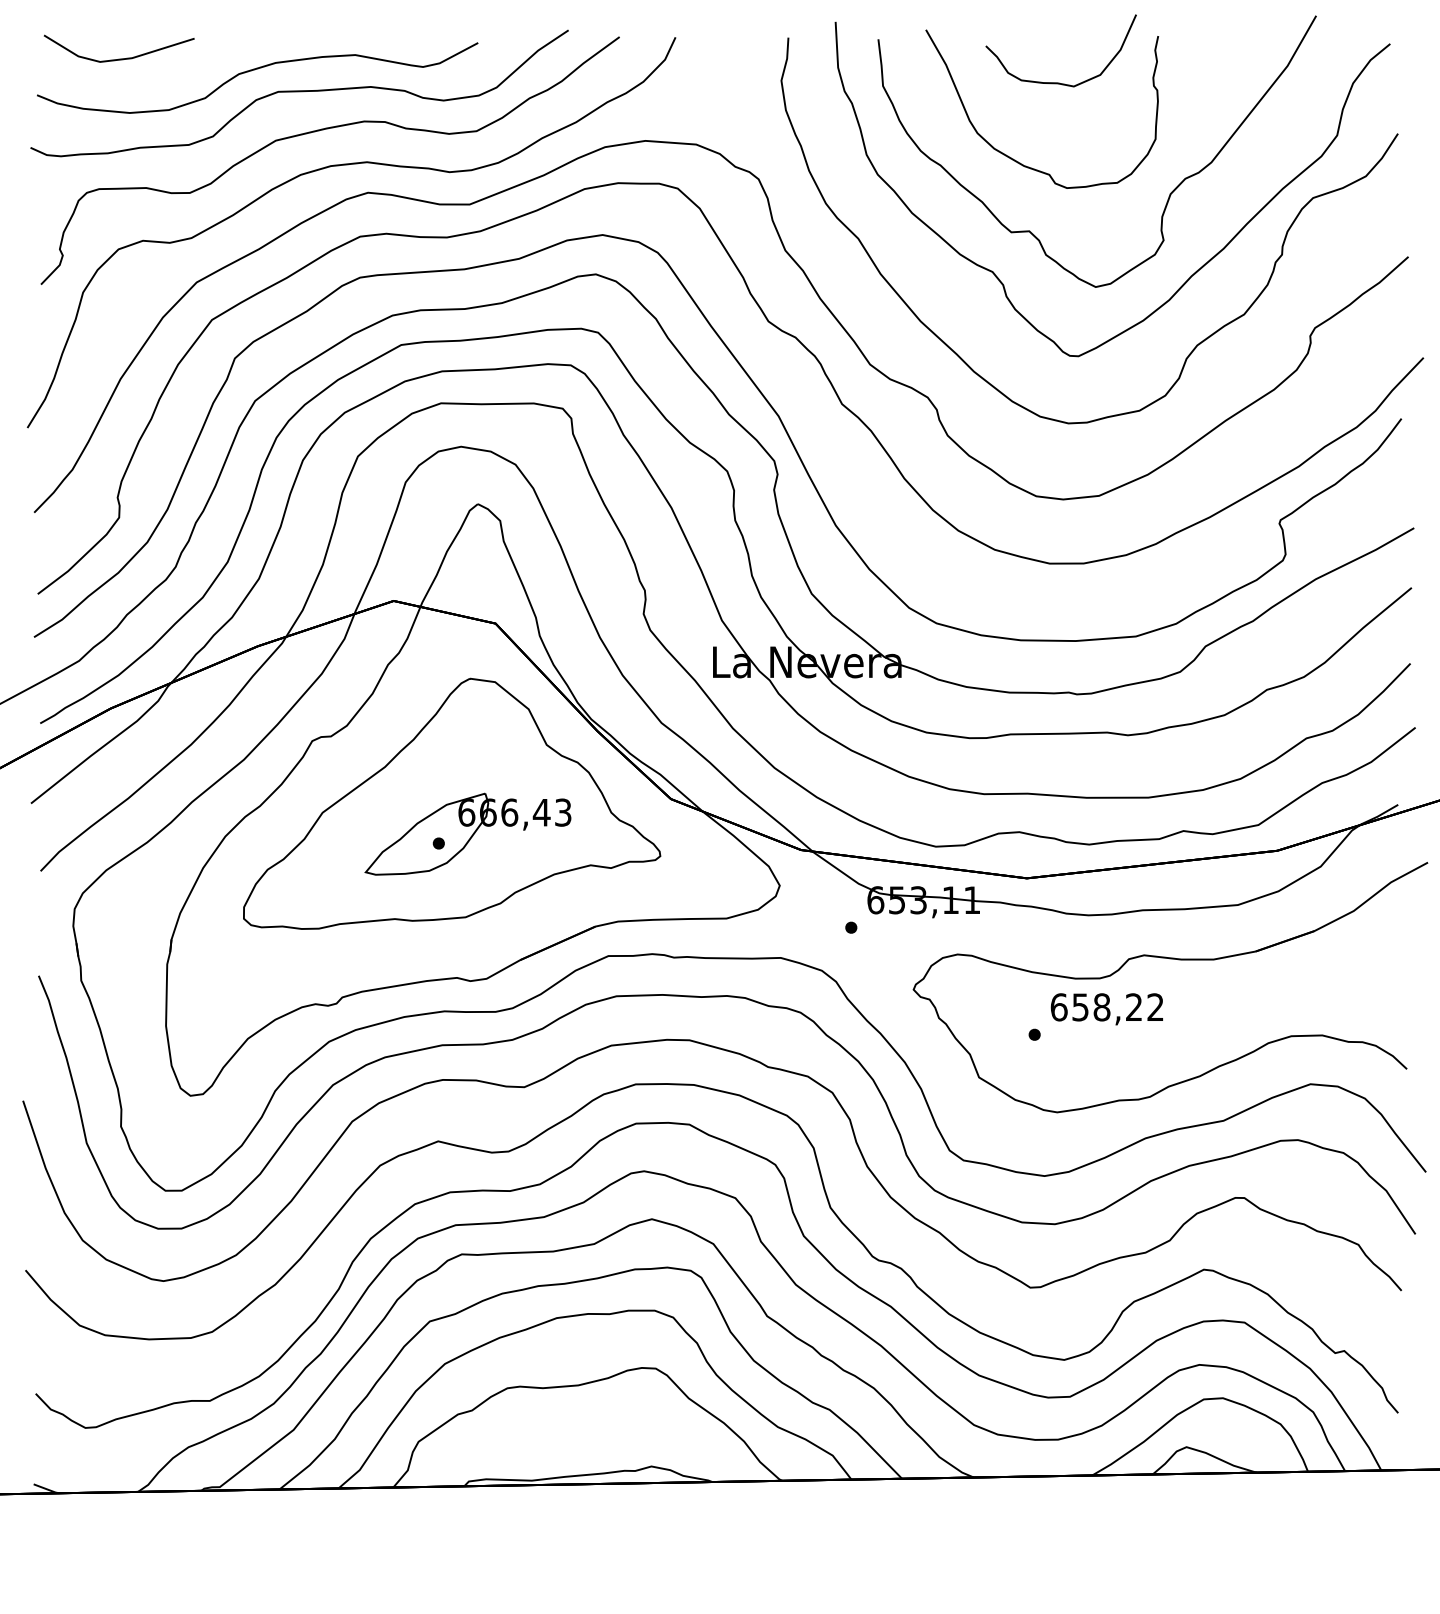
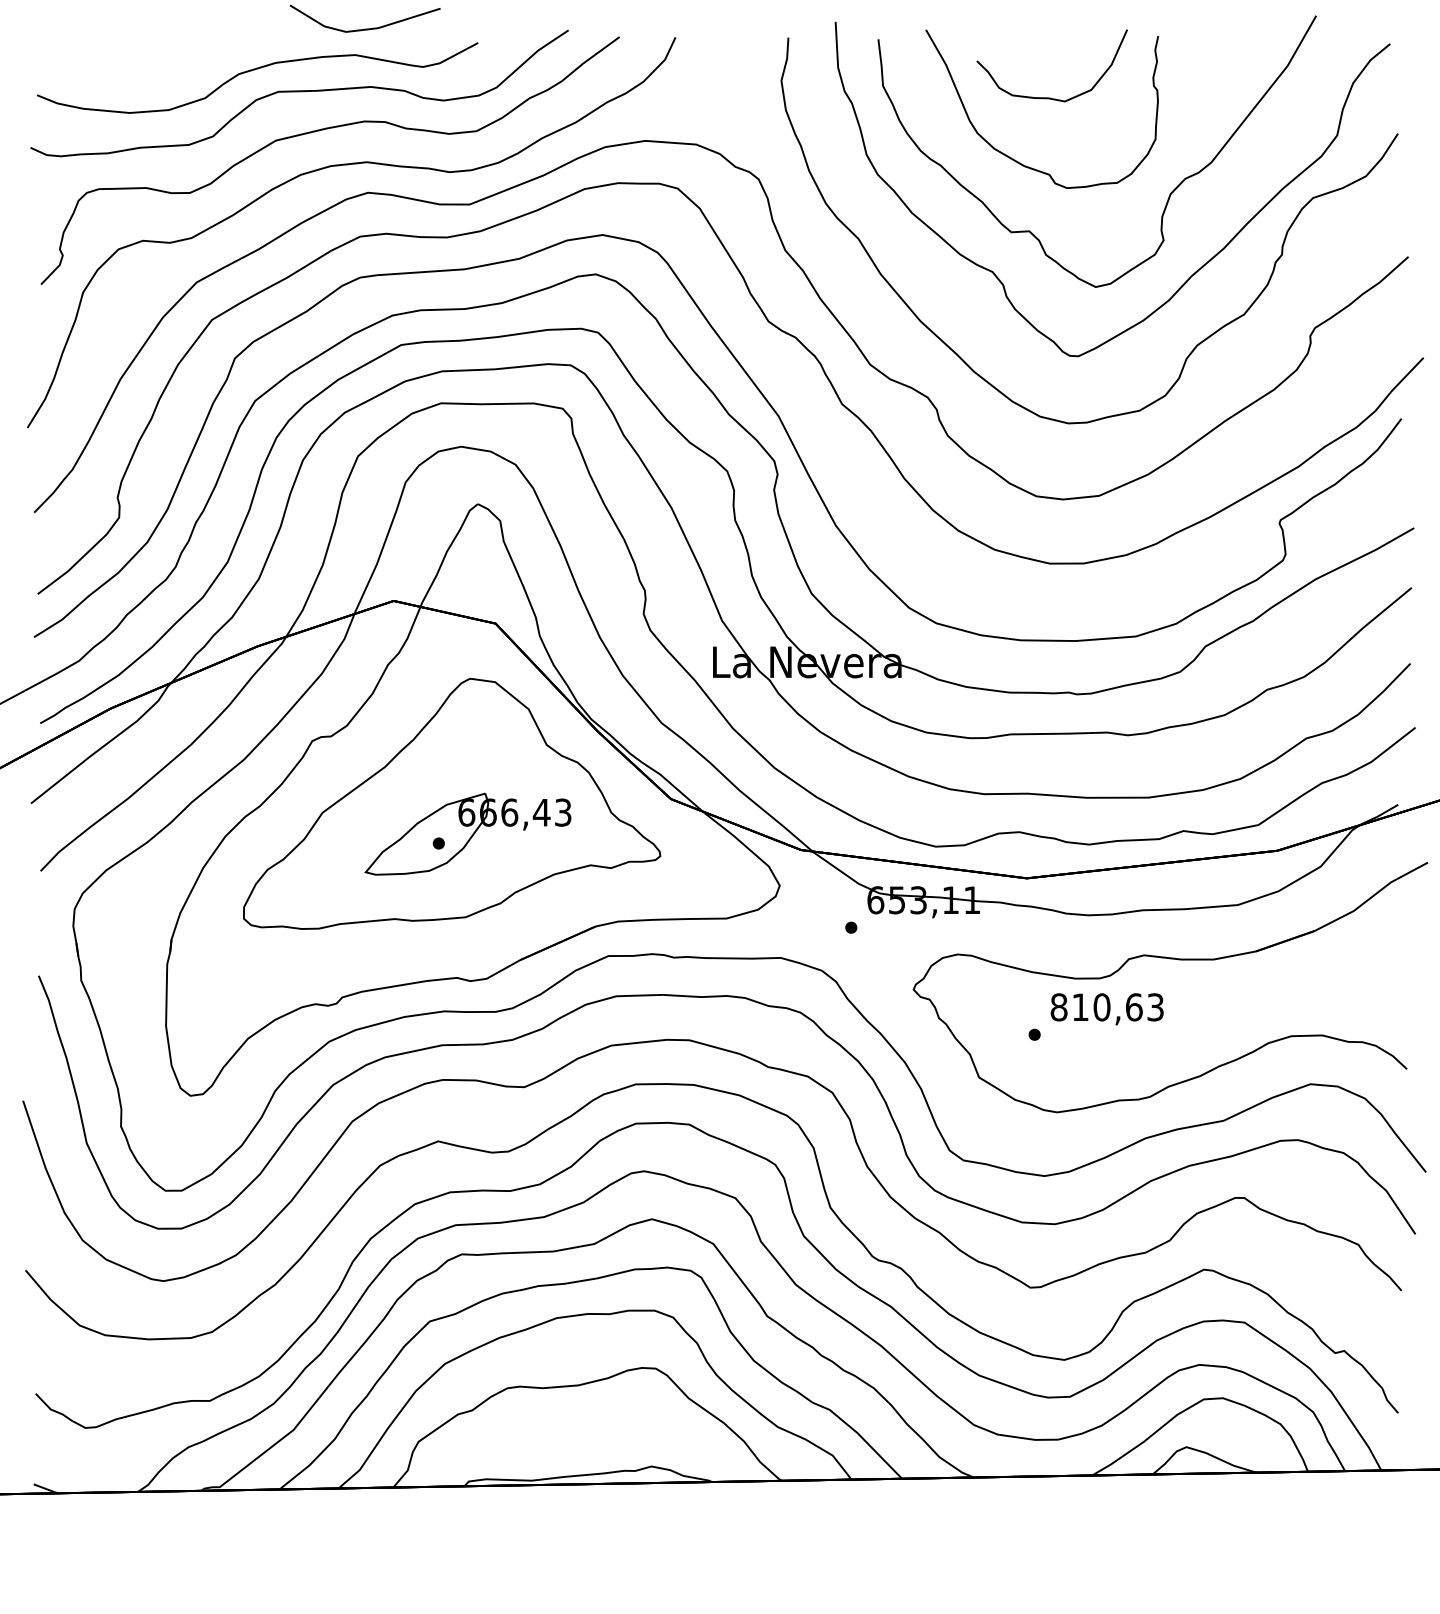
line at (118, 58) position: (118, 58) -> (364, 28)
curve at (1059, 82) position: (1059, 82) -> (1050, 97)
text at (1106, 1007): 658,22 -> 810,63
